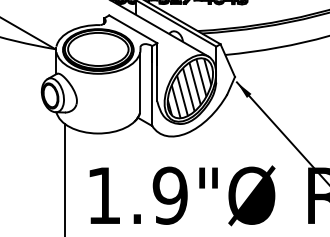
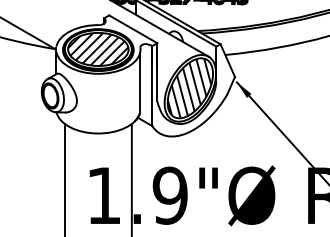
hatch at (97, 49): none -> present
line at (131, 178): none -> present
